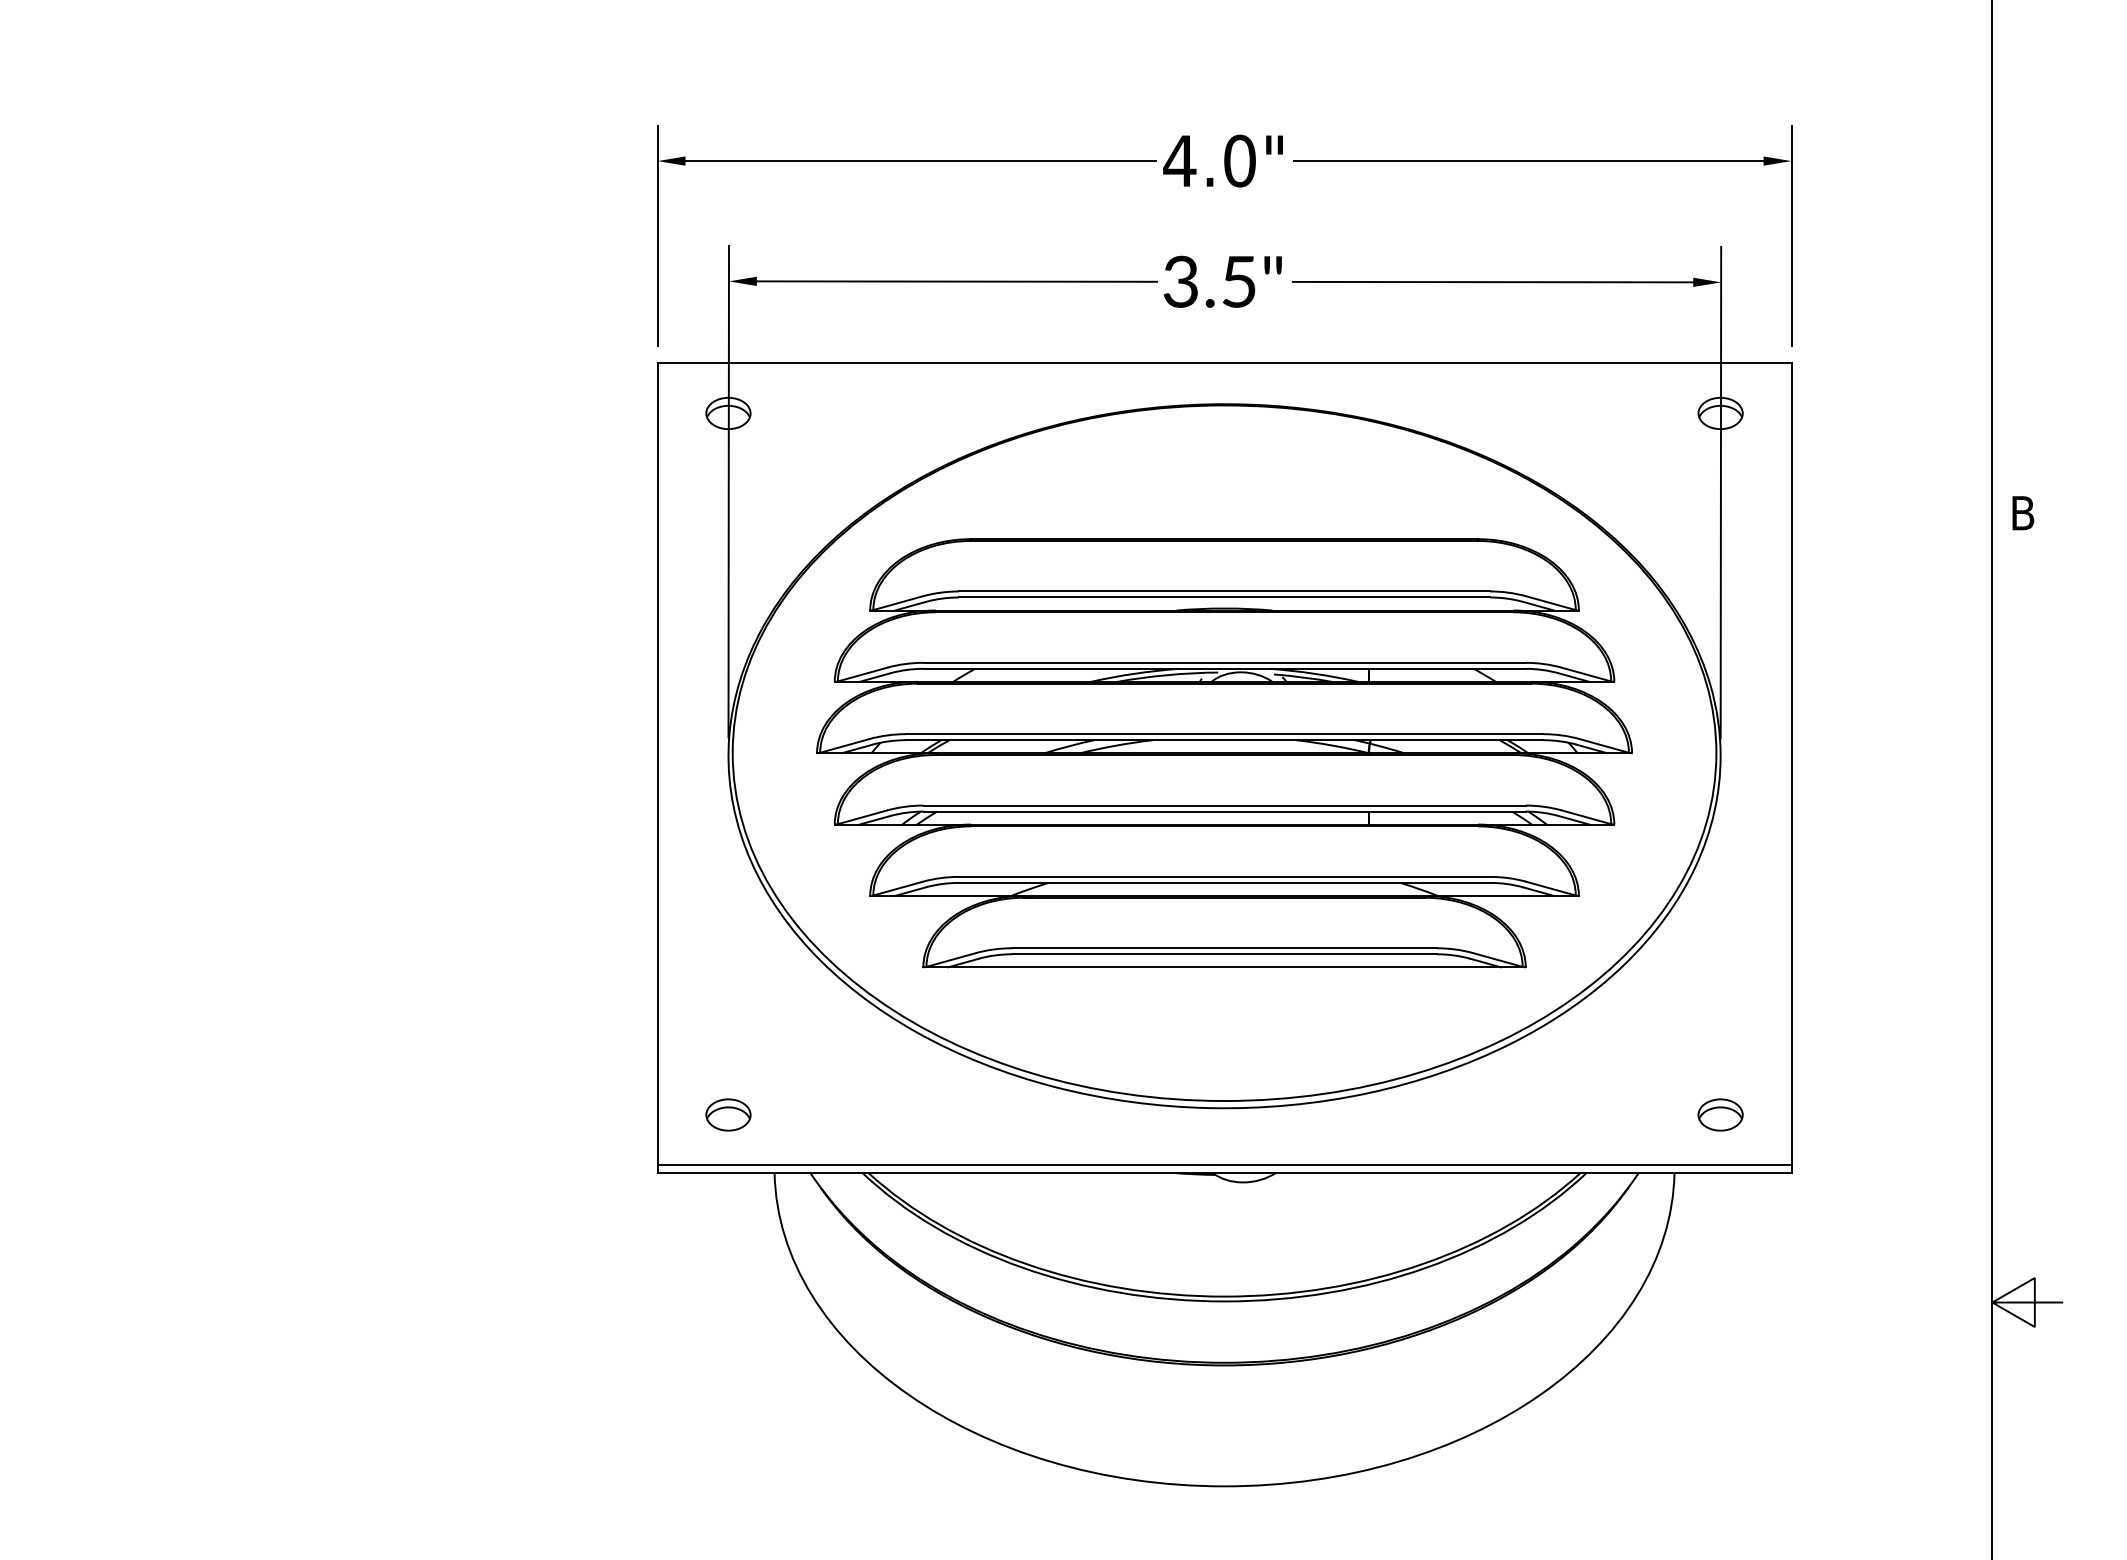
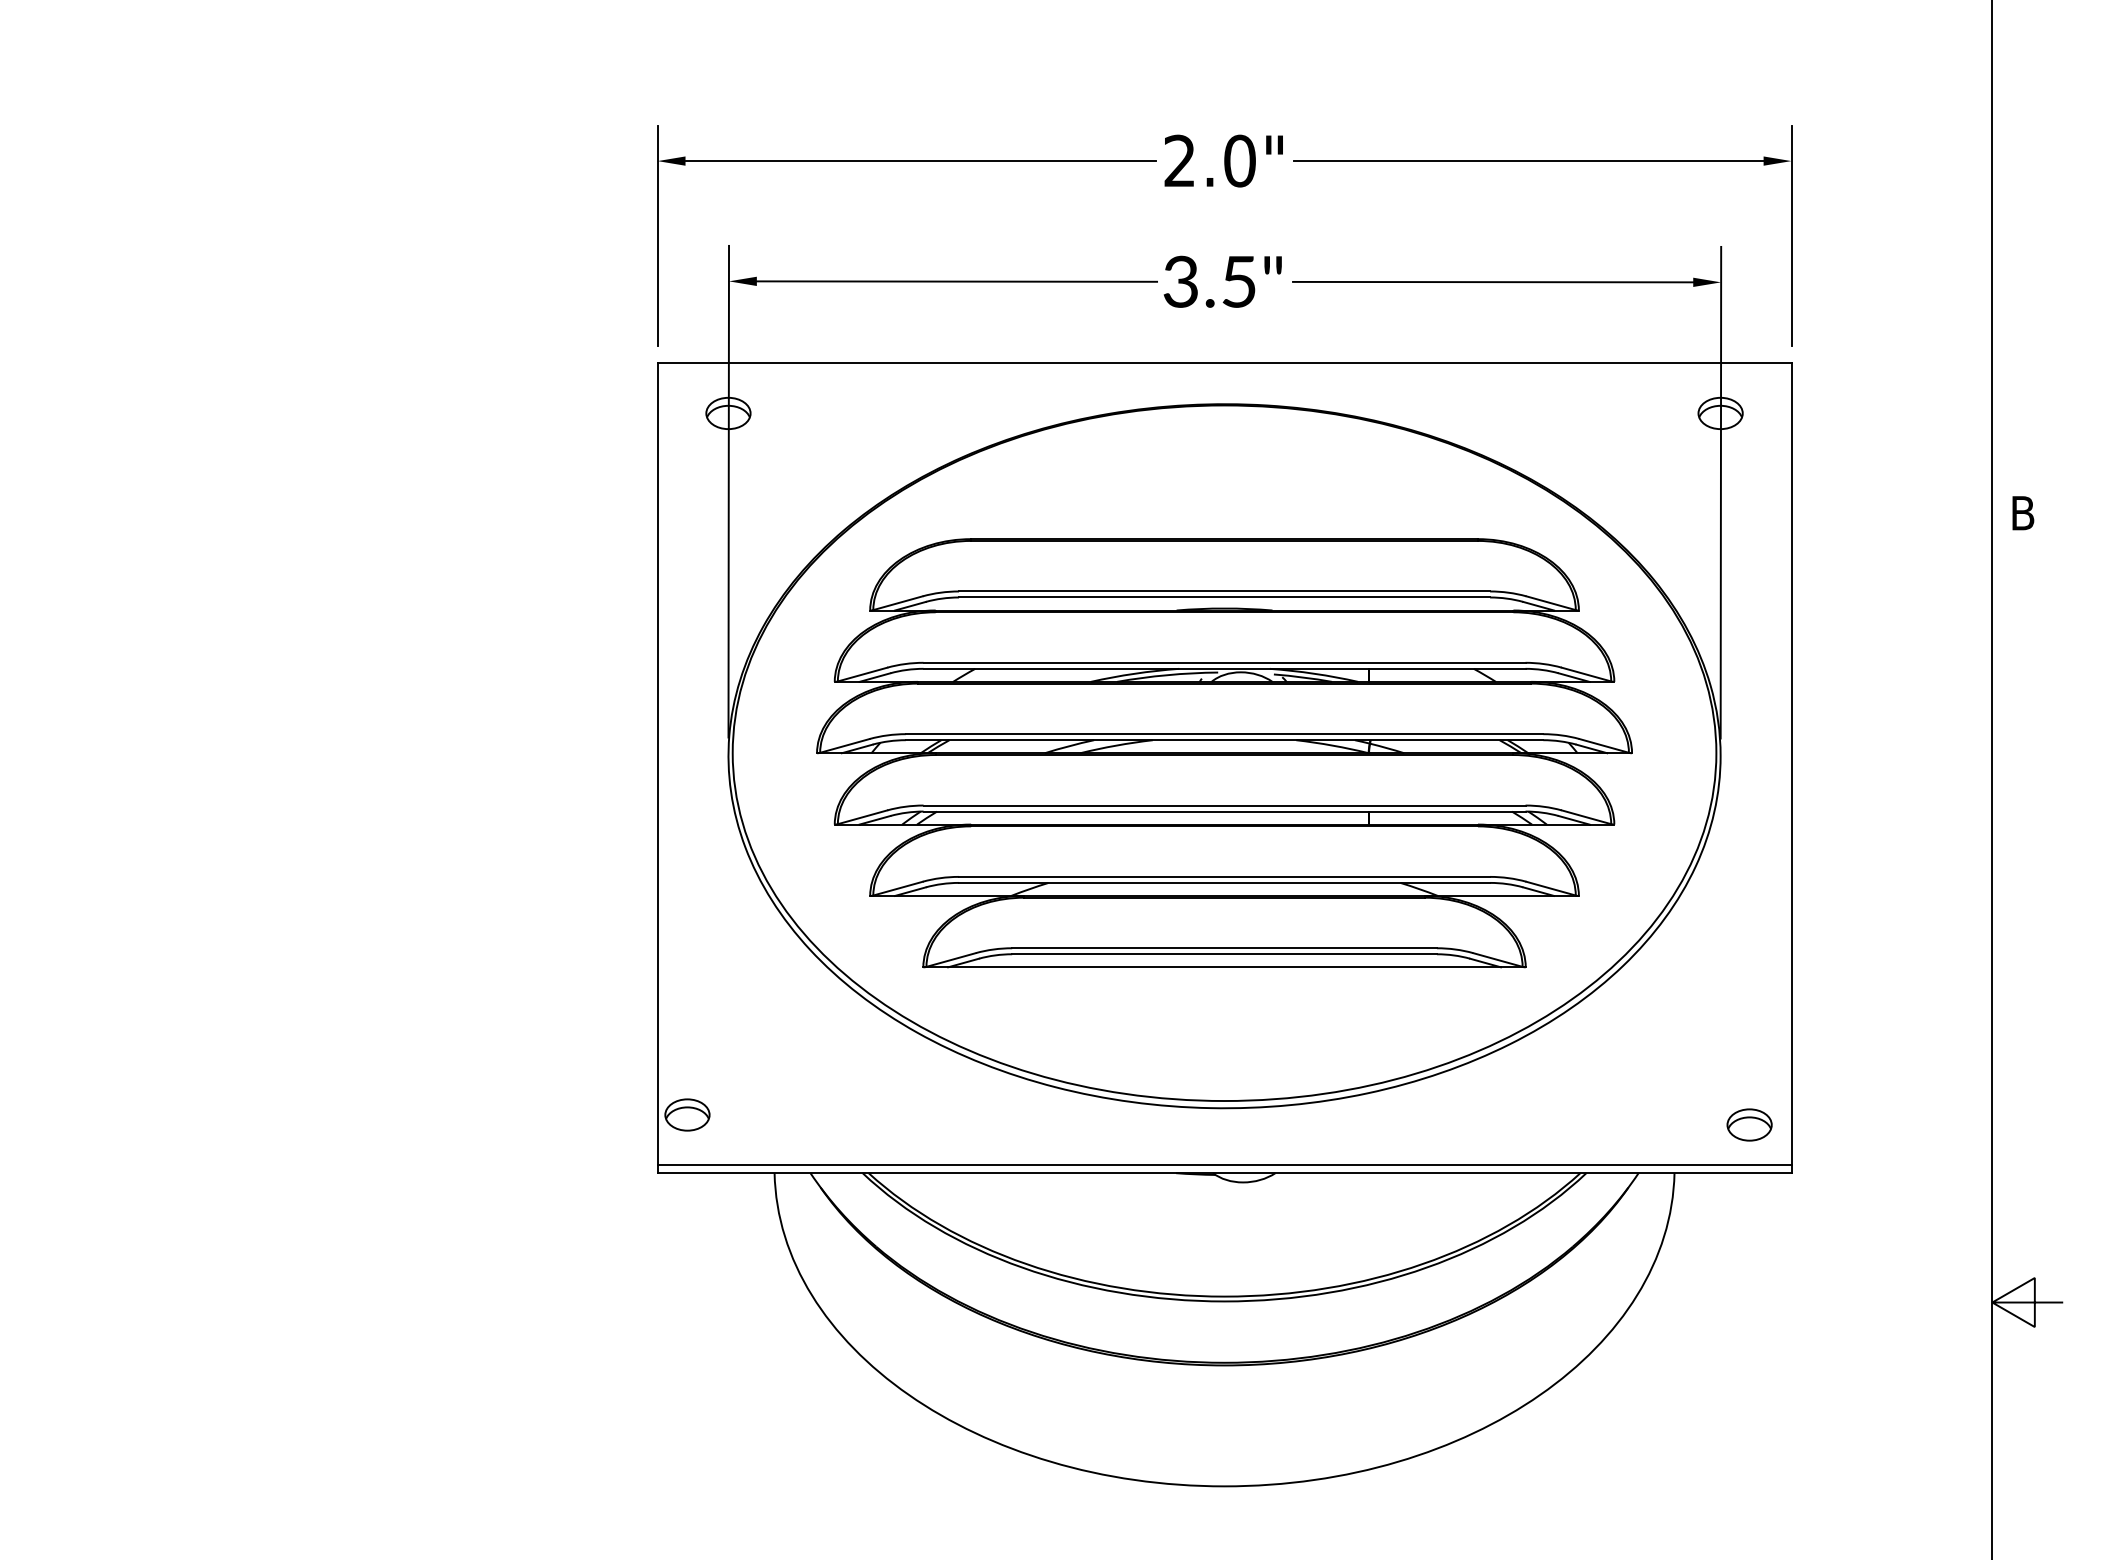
text at (1179, 160): 4.0" -> 2.0"
part at (728, 1114) position: (728, 1114) -> (687, 1114)
part at (1720, 1114) position: (1720, 1114) -> (1749, 1124)
